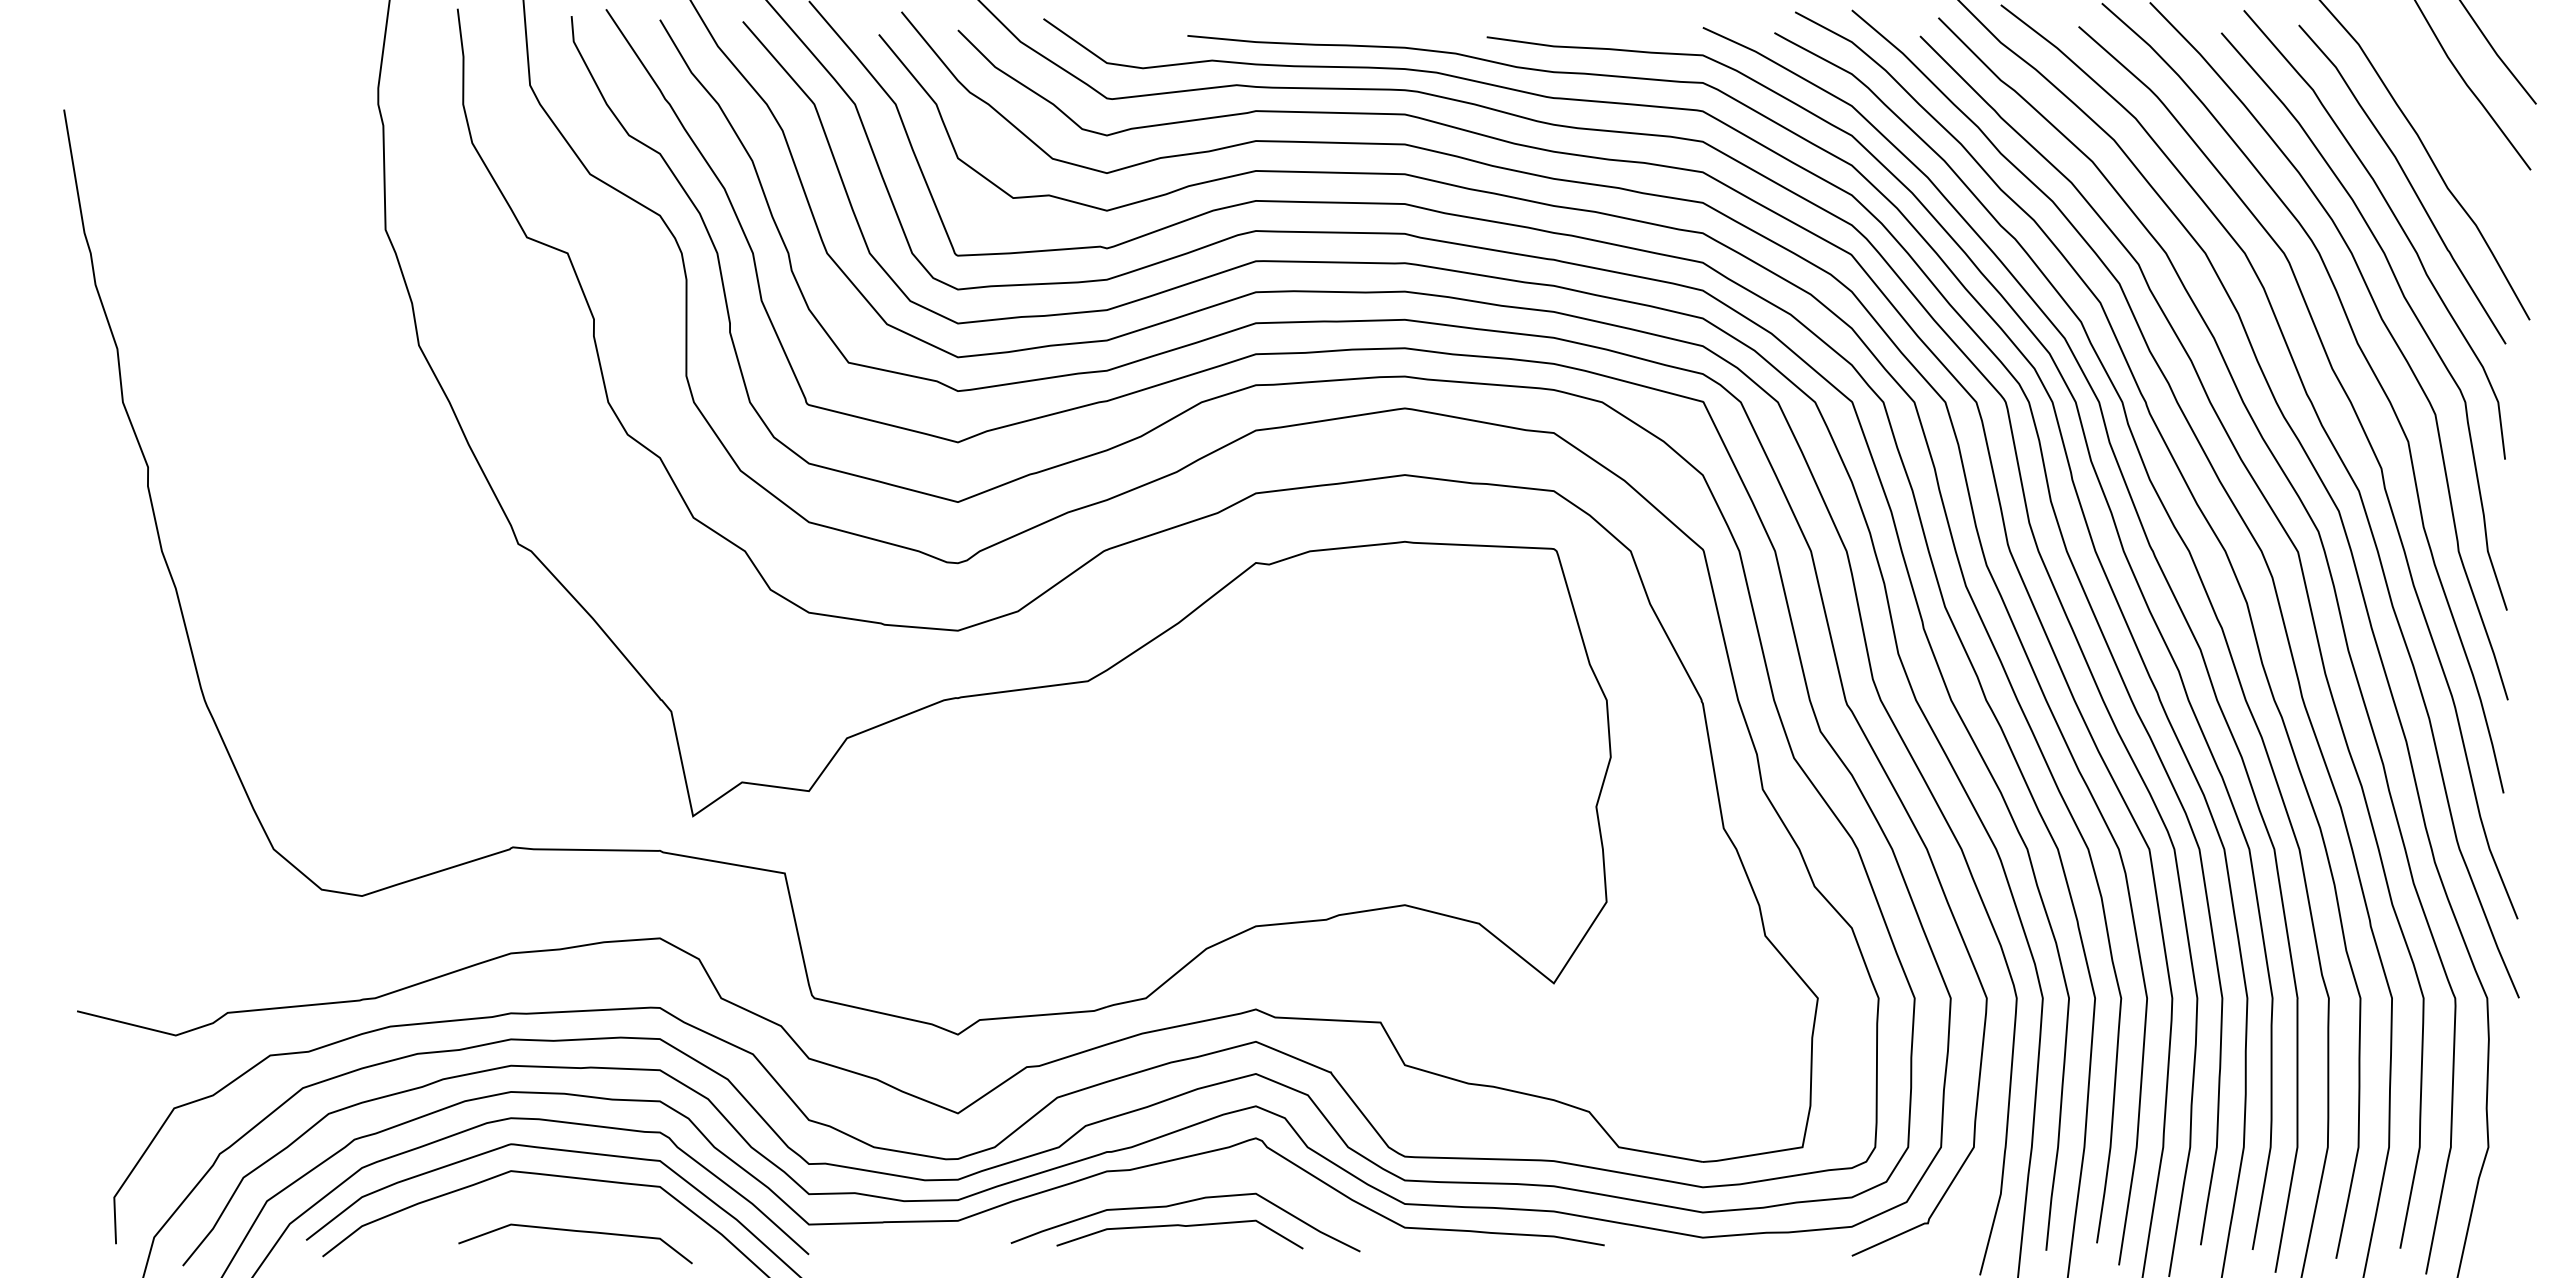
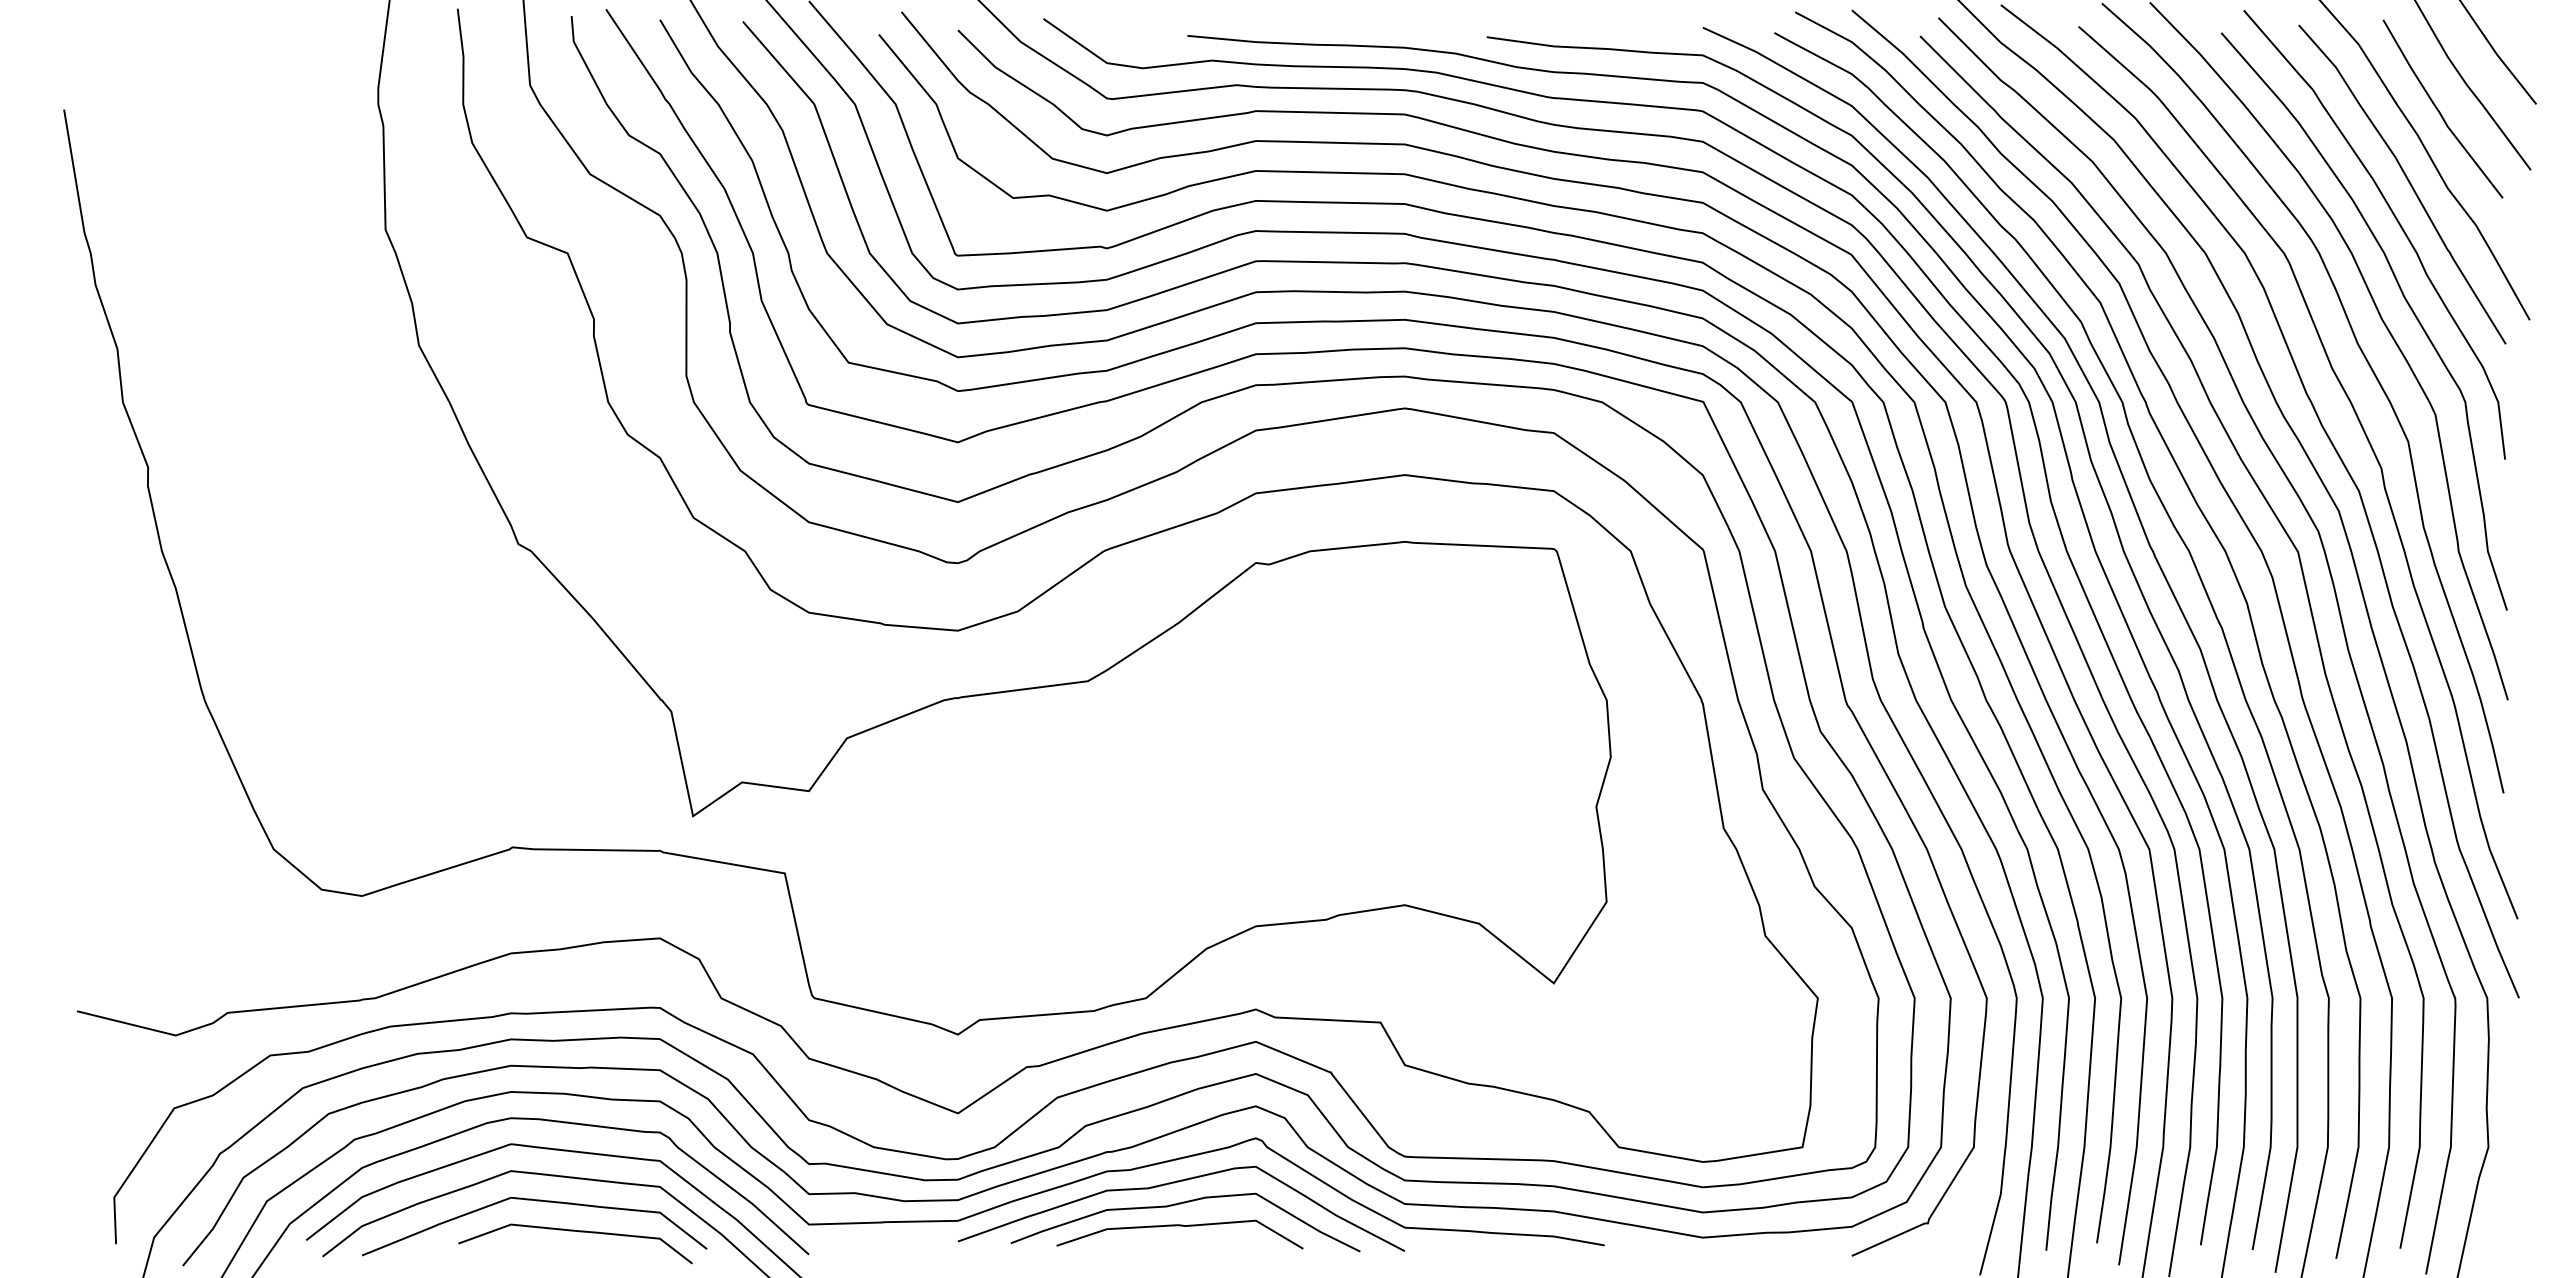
curve at (2439, 110): none -> present
curve at (1174, 1183): none -> present
curve at (535, 1201): none -> present
